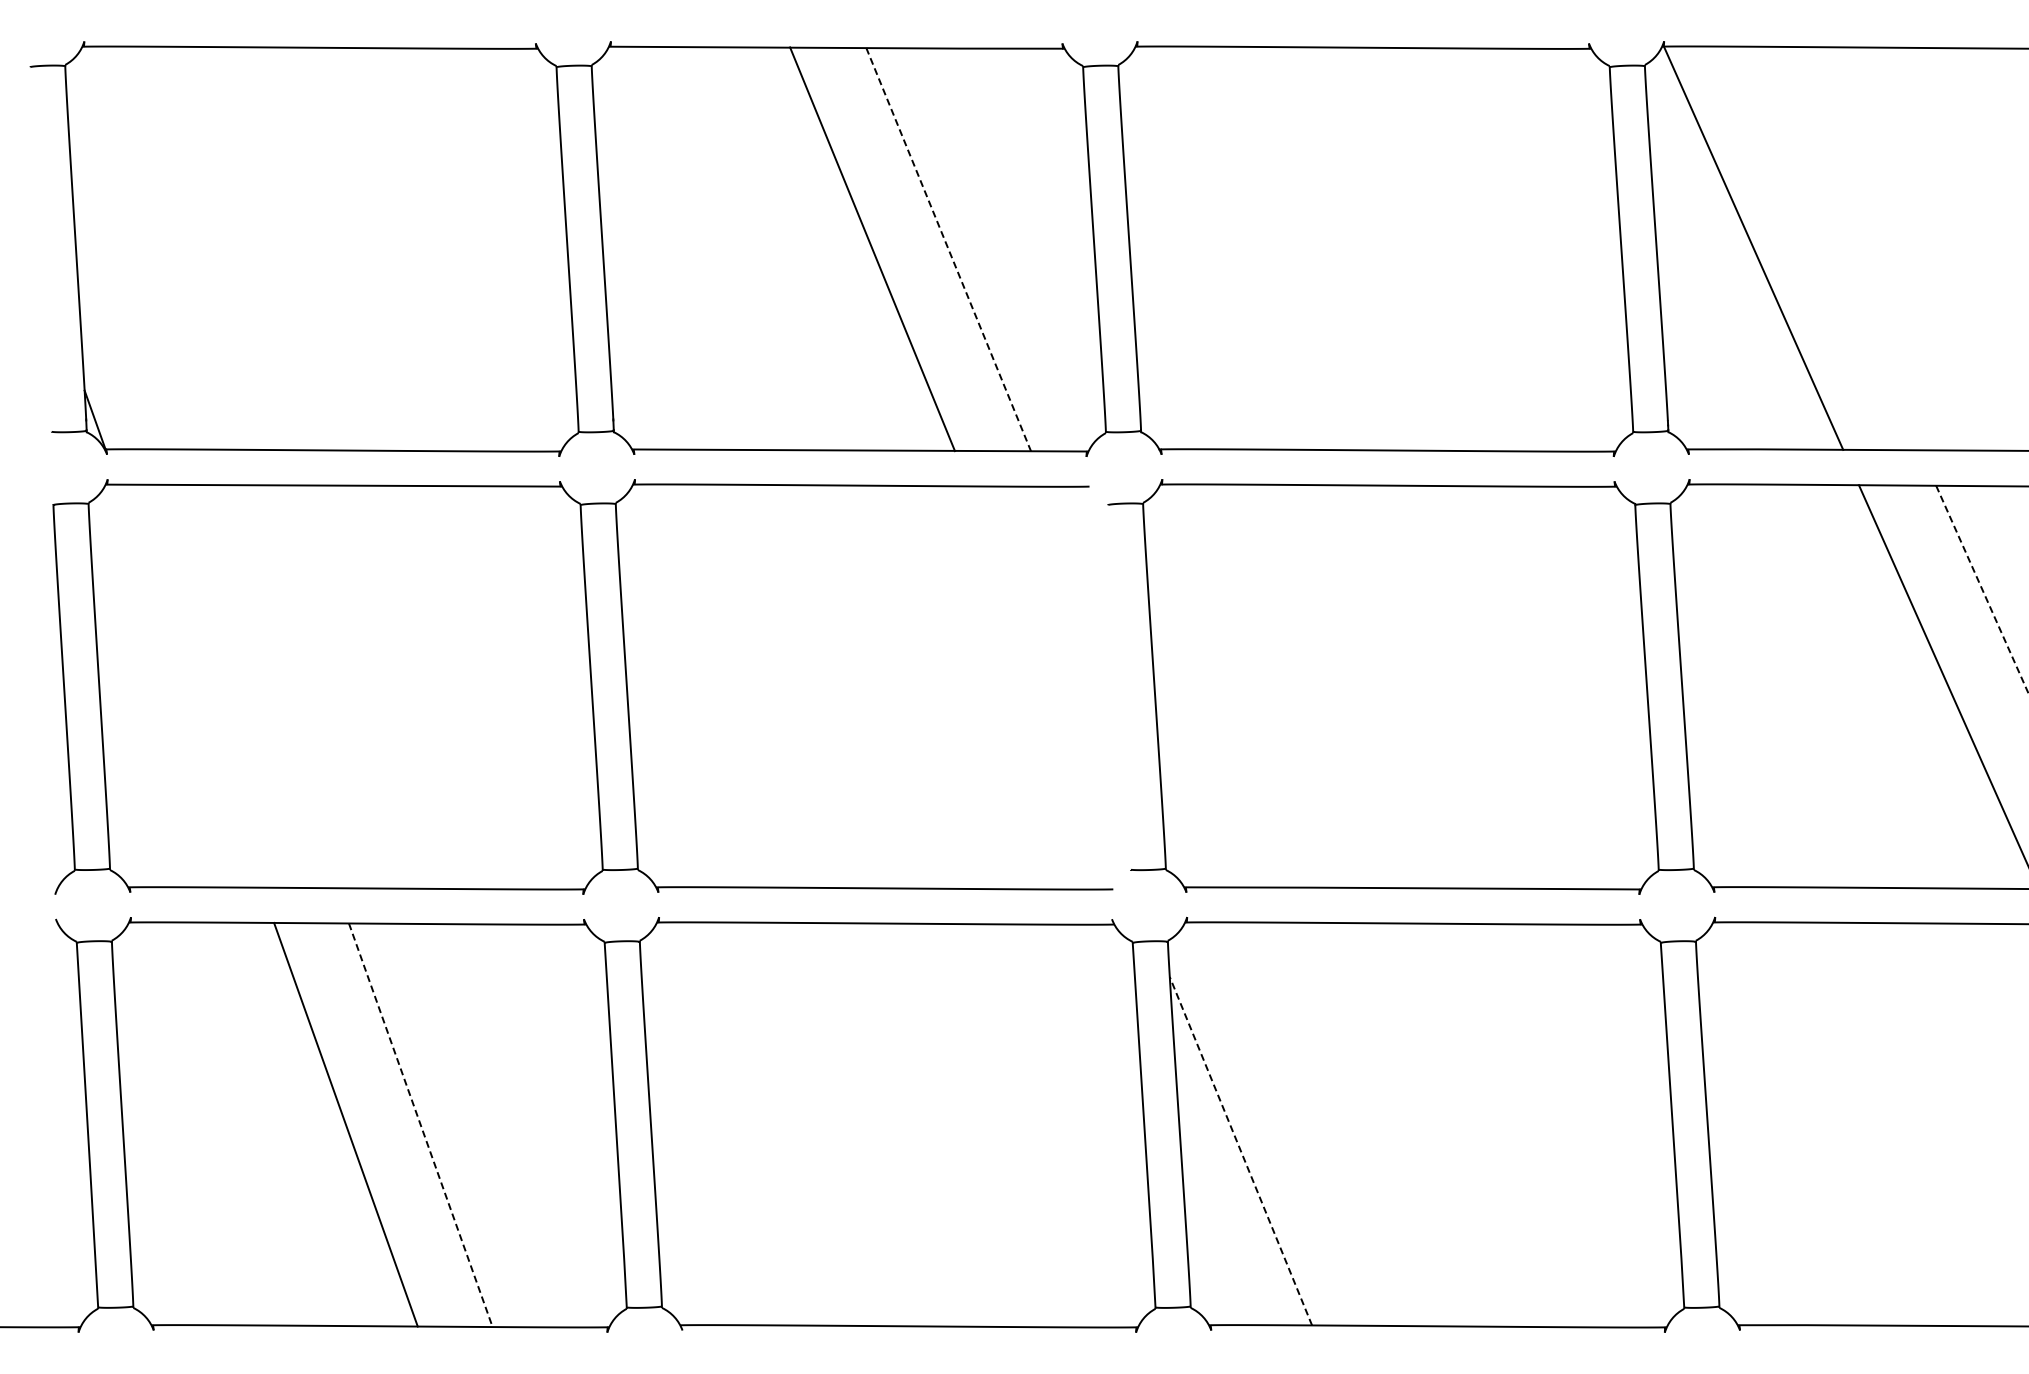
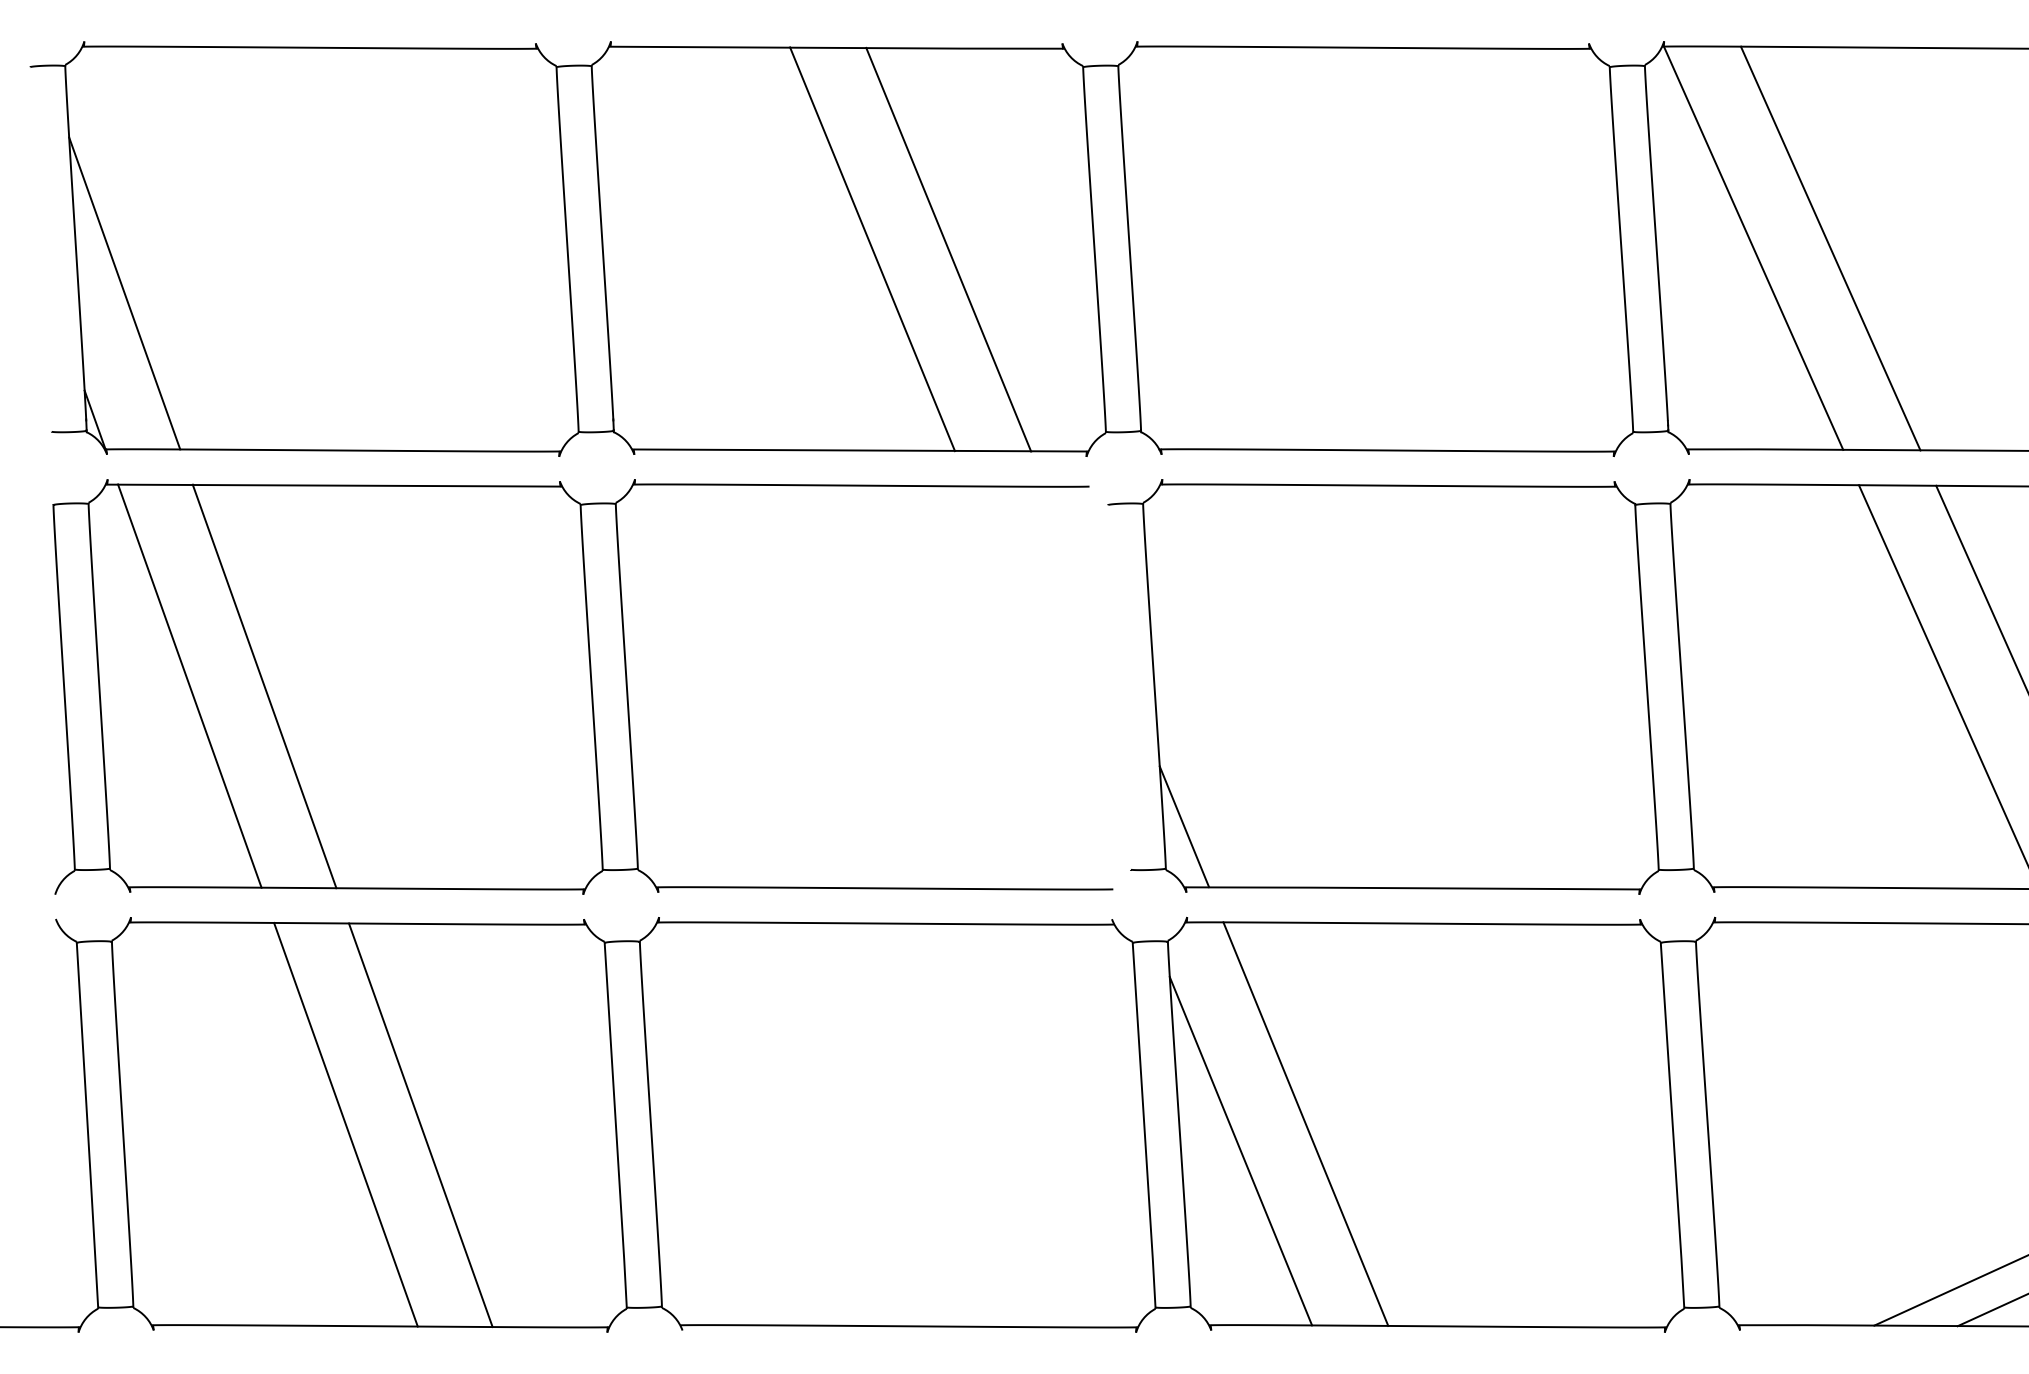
line at (1830, 248): none -> present
line at (948, 249): dashed -> solid
line at (124, 293): none -> present
line at (1982, 589): dashed -> solid
line at (189, 685): none -> present
line at (264, 686): none -> present
line at (1184, 826): none -> present
line at (1305, 1123): none -> present
line at (420, 1125): dashed -> solid
line at (1240, 1150): dashed -> solid
line at (1949, 1290): none -> present
line at (1991, 1310): none -> present
